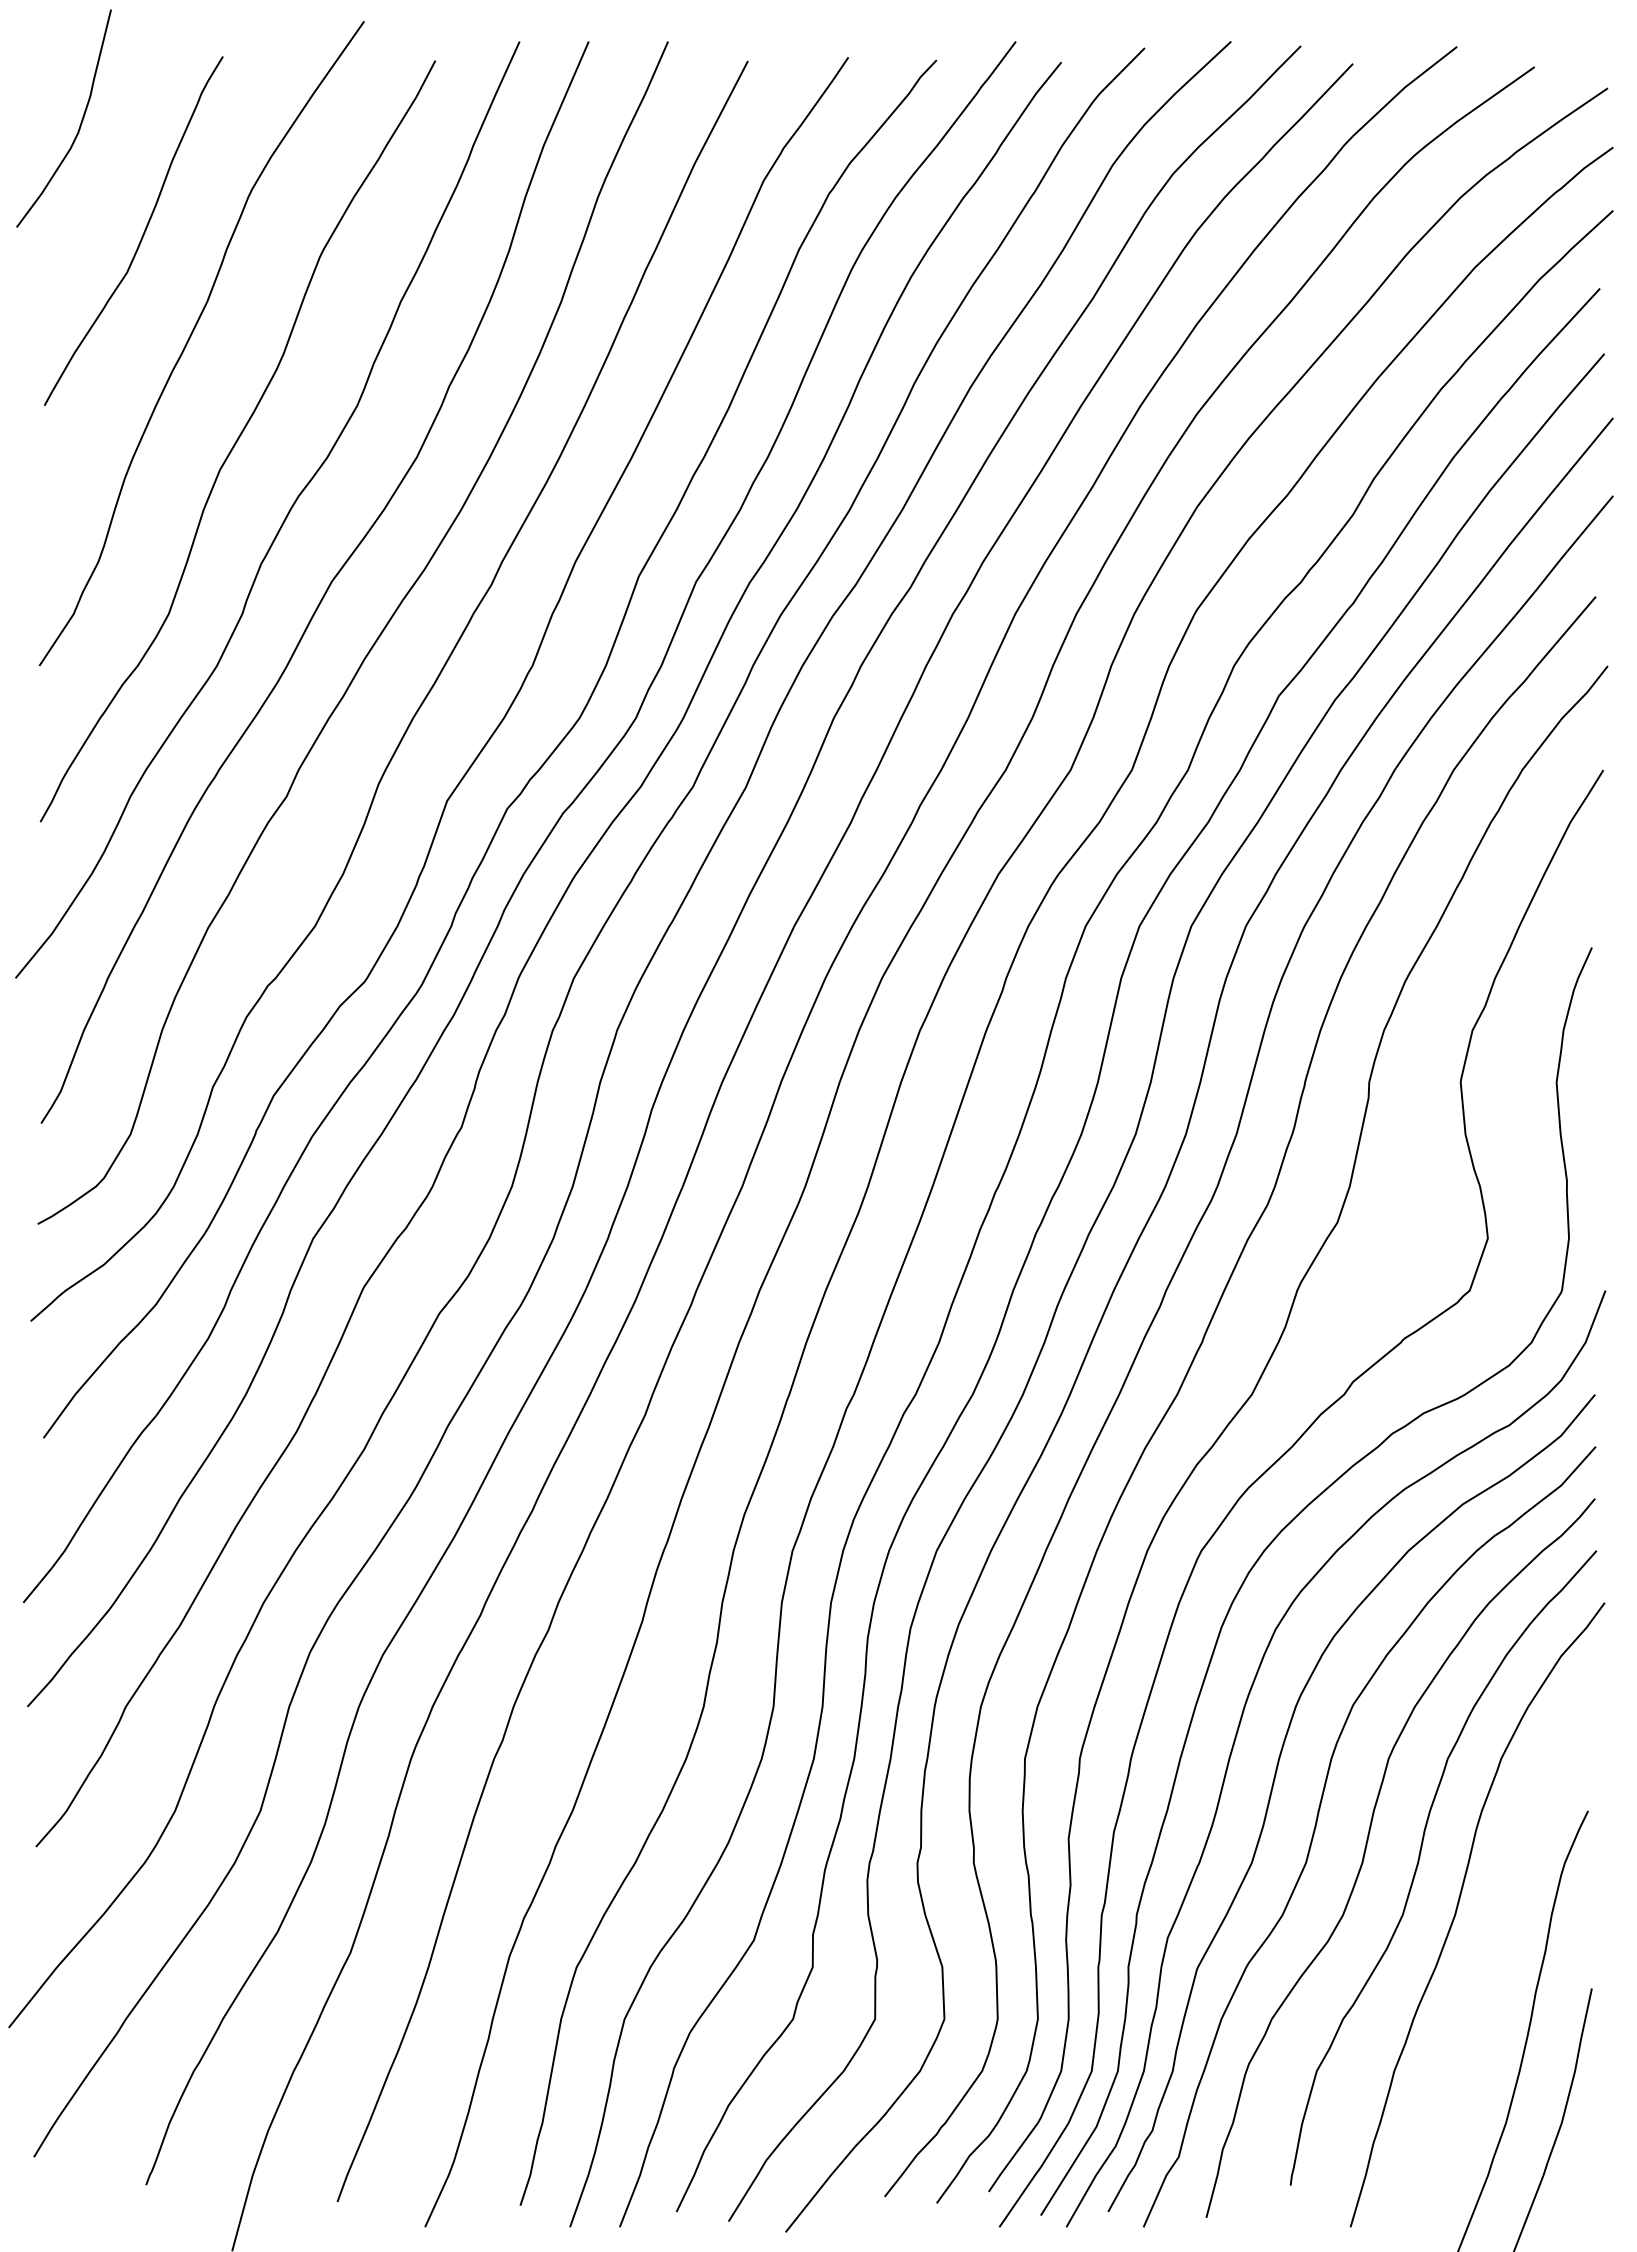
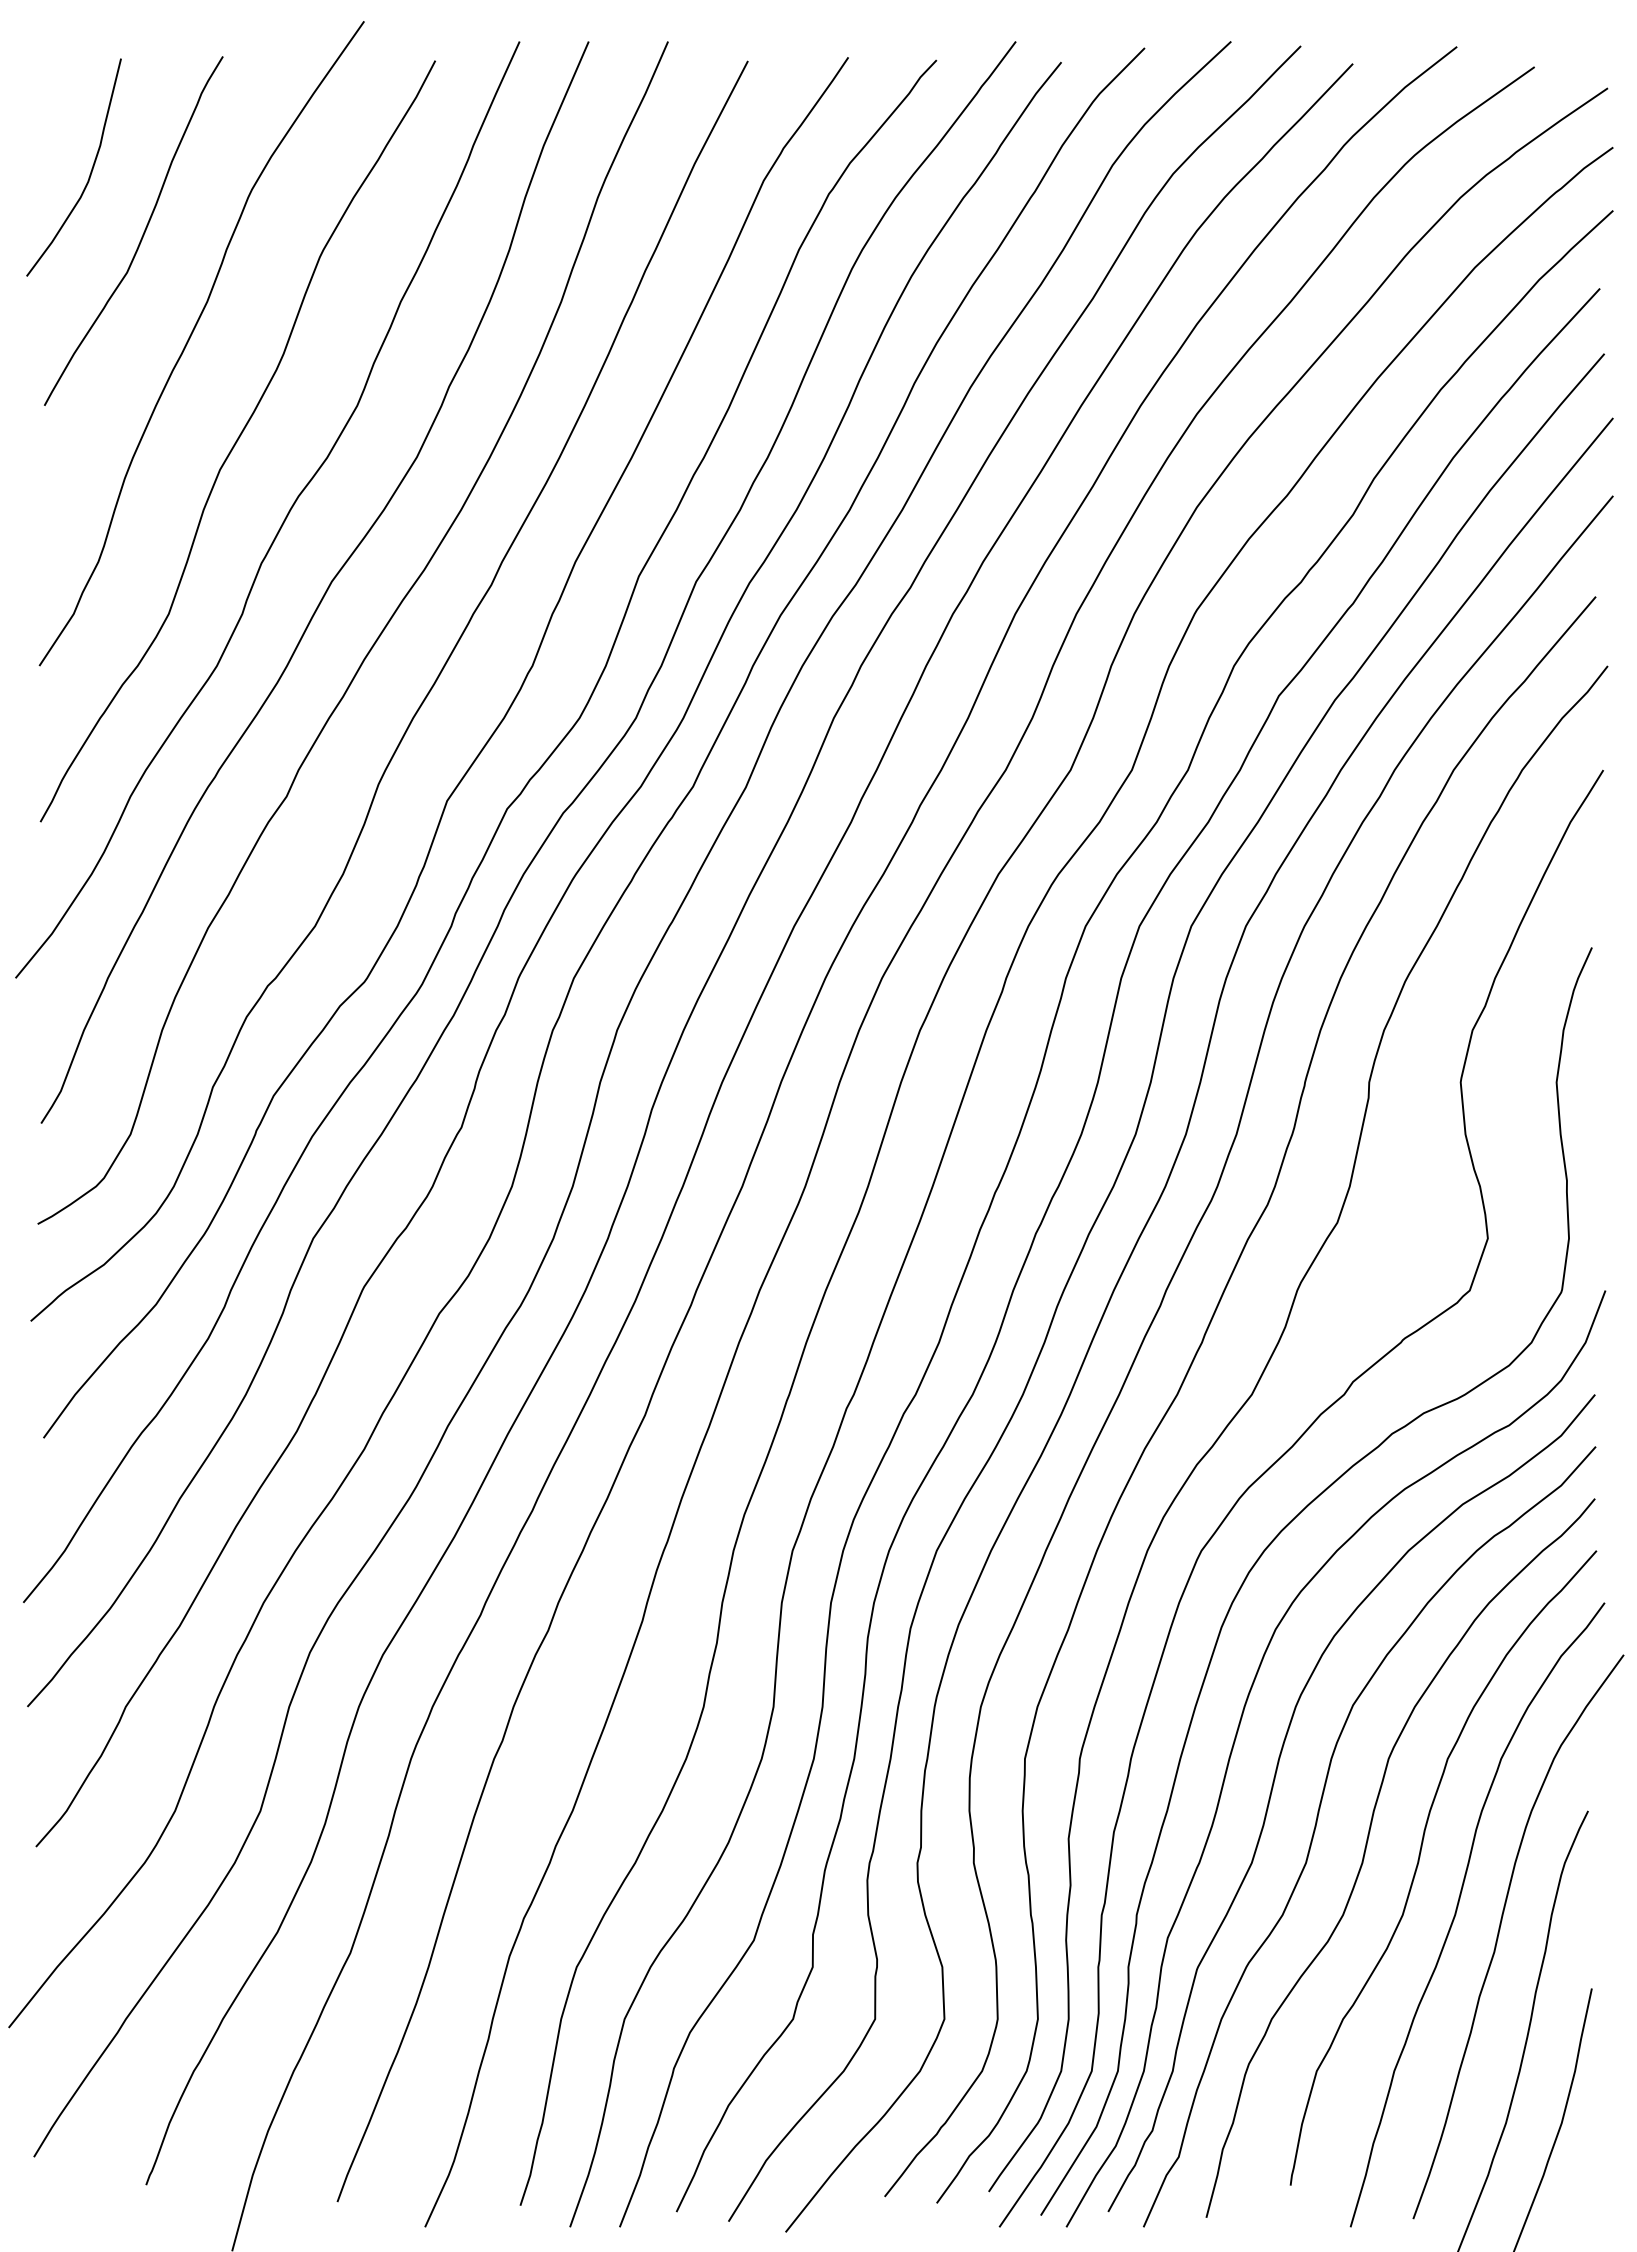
curve at (80, 122) position: (80, 122) -> (90, 171)
curve at (1499, 1934): none -> present
